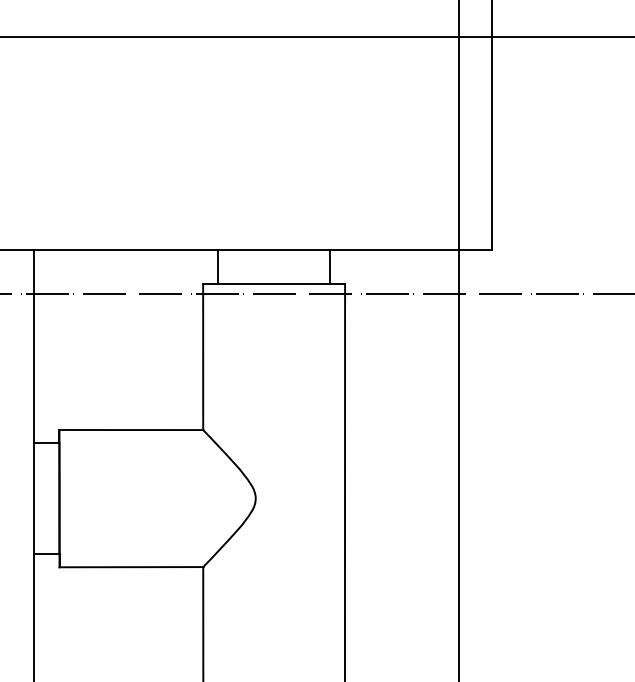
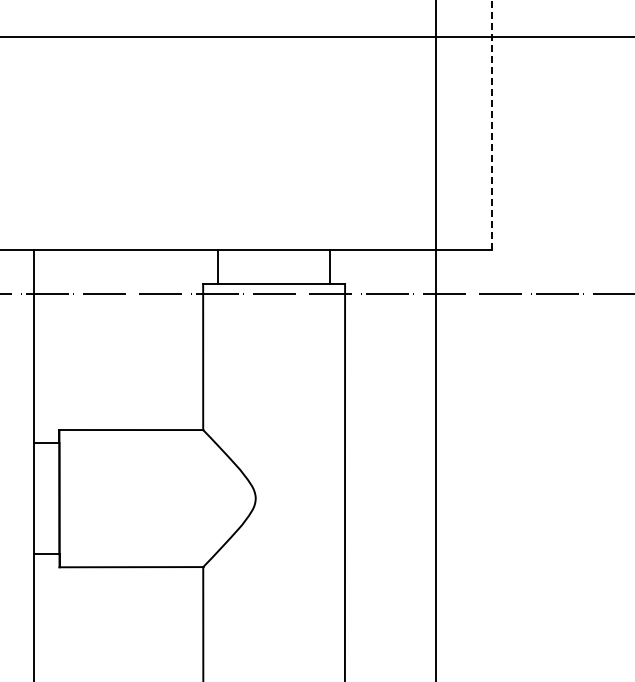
line at (491, 124): solid -> dashed
line at (459, 340) position: (459, 340) -> (436, 340)
